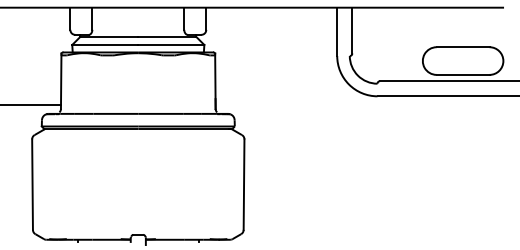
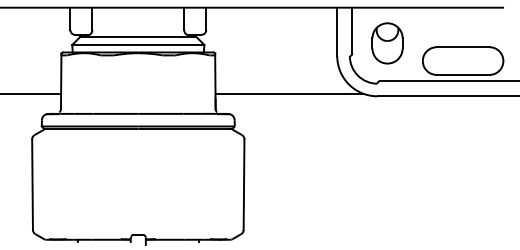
part at (387, 43): none -> present
line at (289, 94): none -> present
line at (31, 105) position: (31, 105) -> (31, 94)
